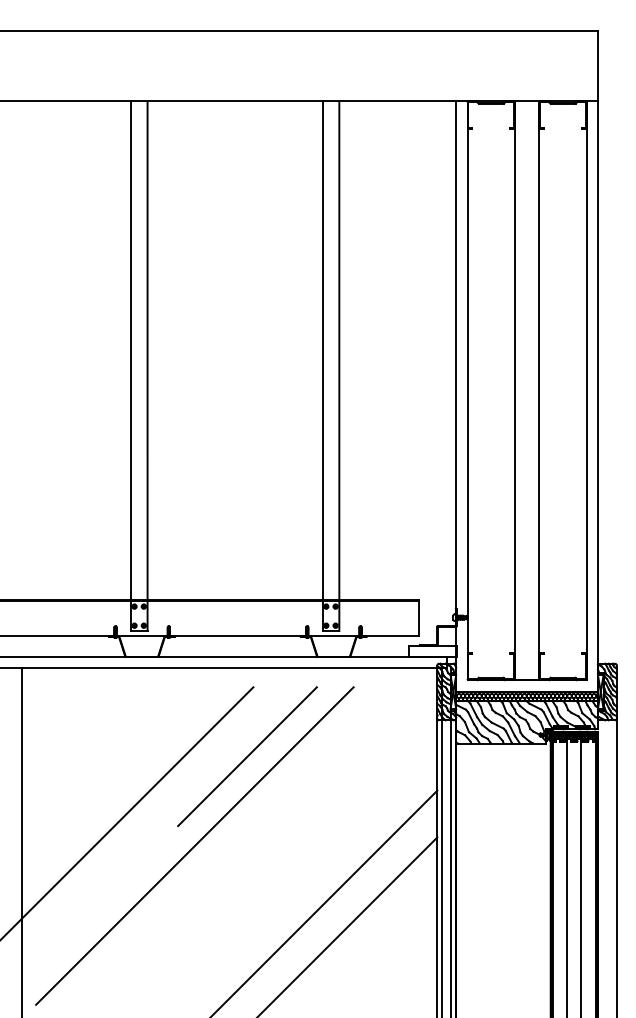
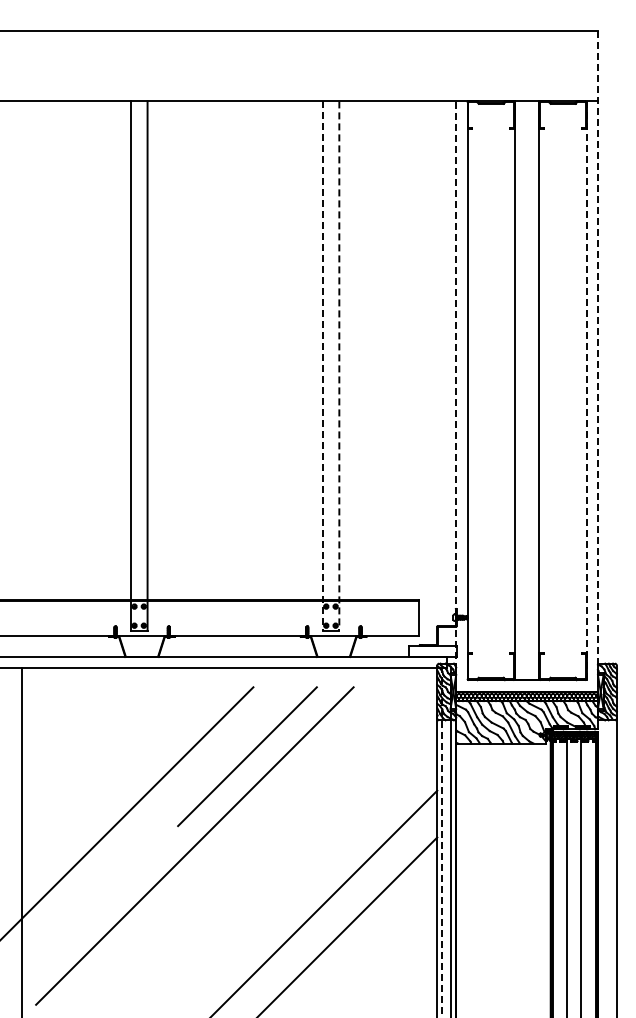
line at (597, 361): solid -> dashed
line at (322, 366): solid -> dashed
line at (339, 366): solid -> dashed
line at (586, 391): solid -> dashed
line at (456, 395): solid -> dashed
line at (442, 842): solid -> dashed
